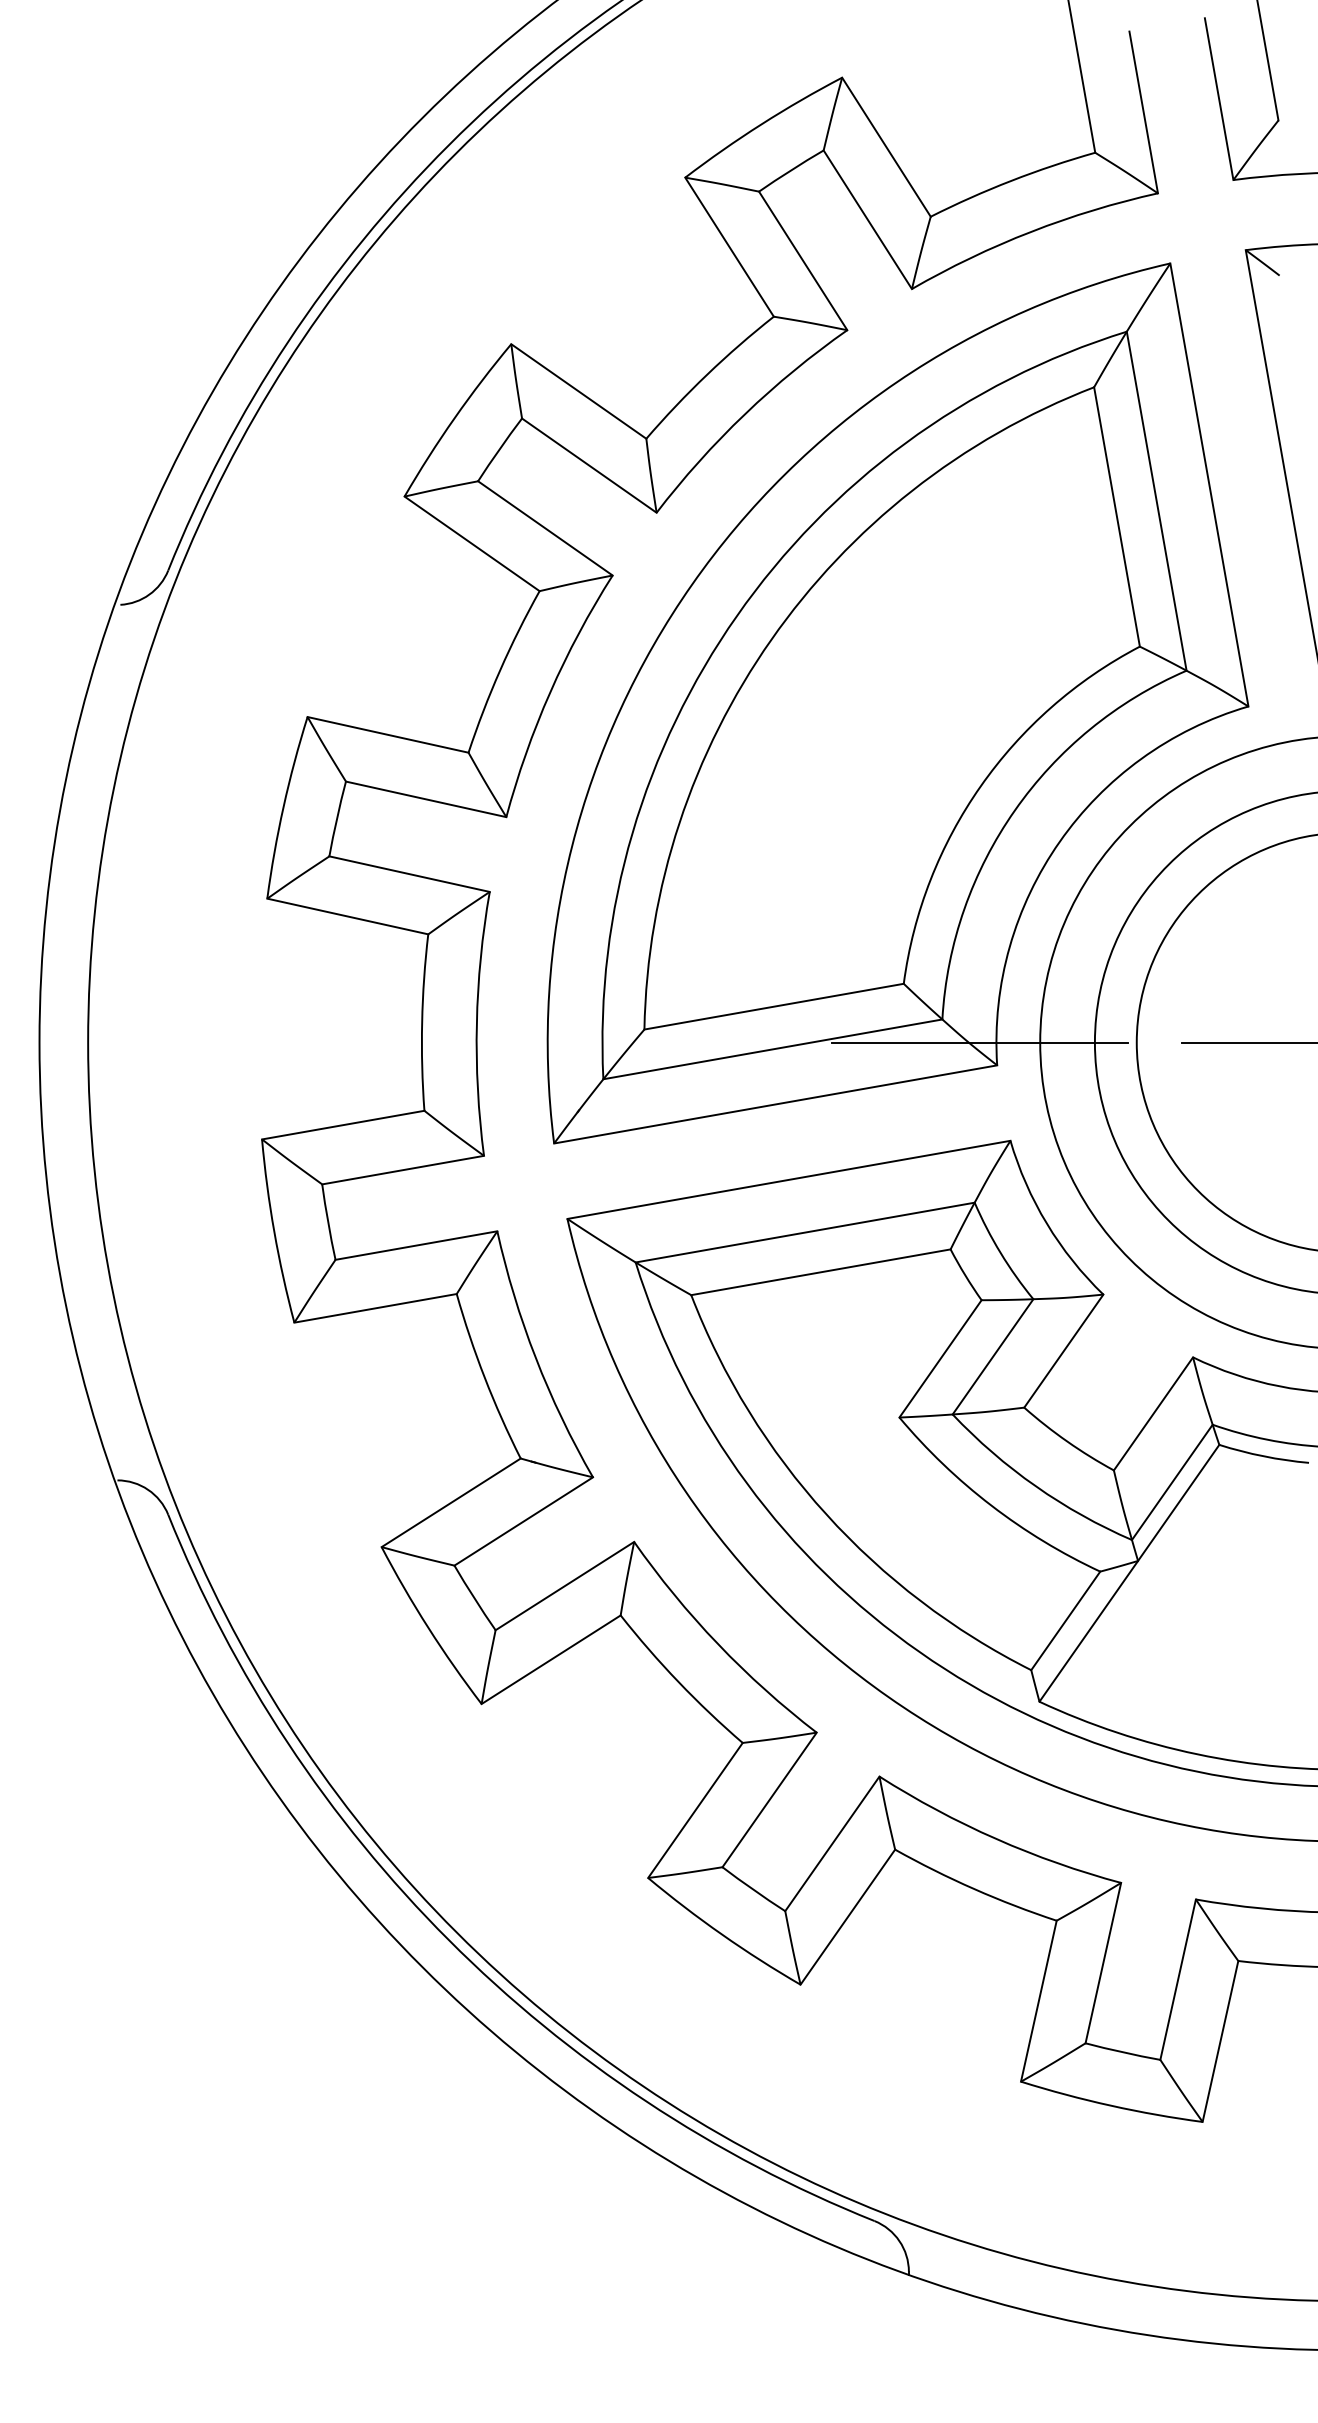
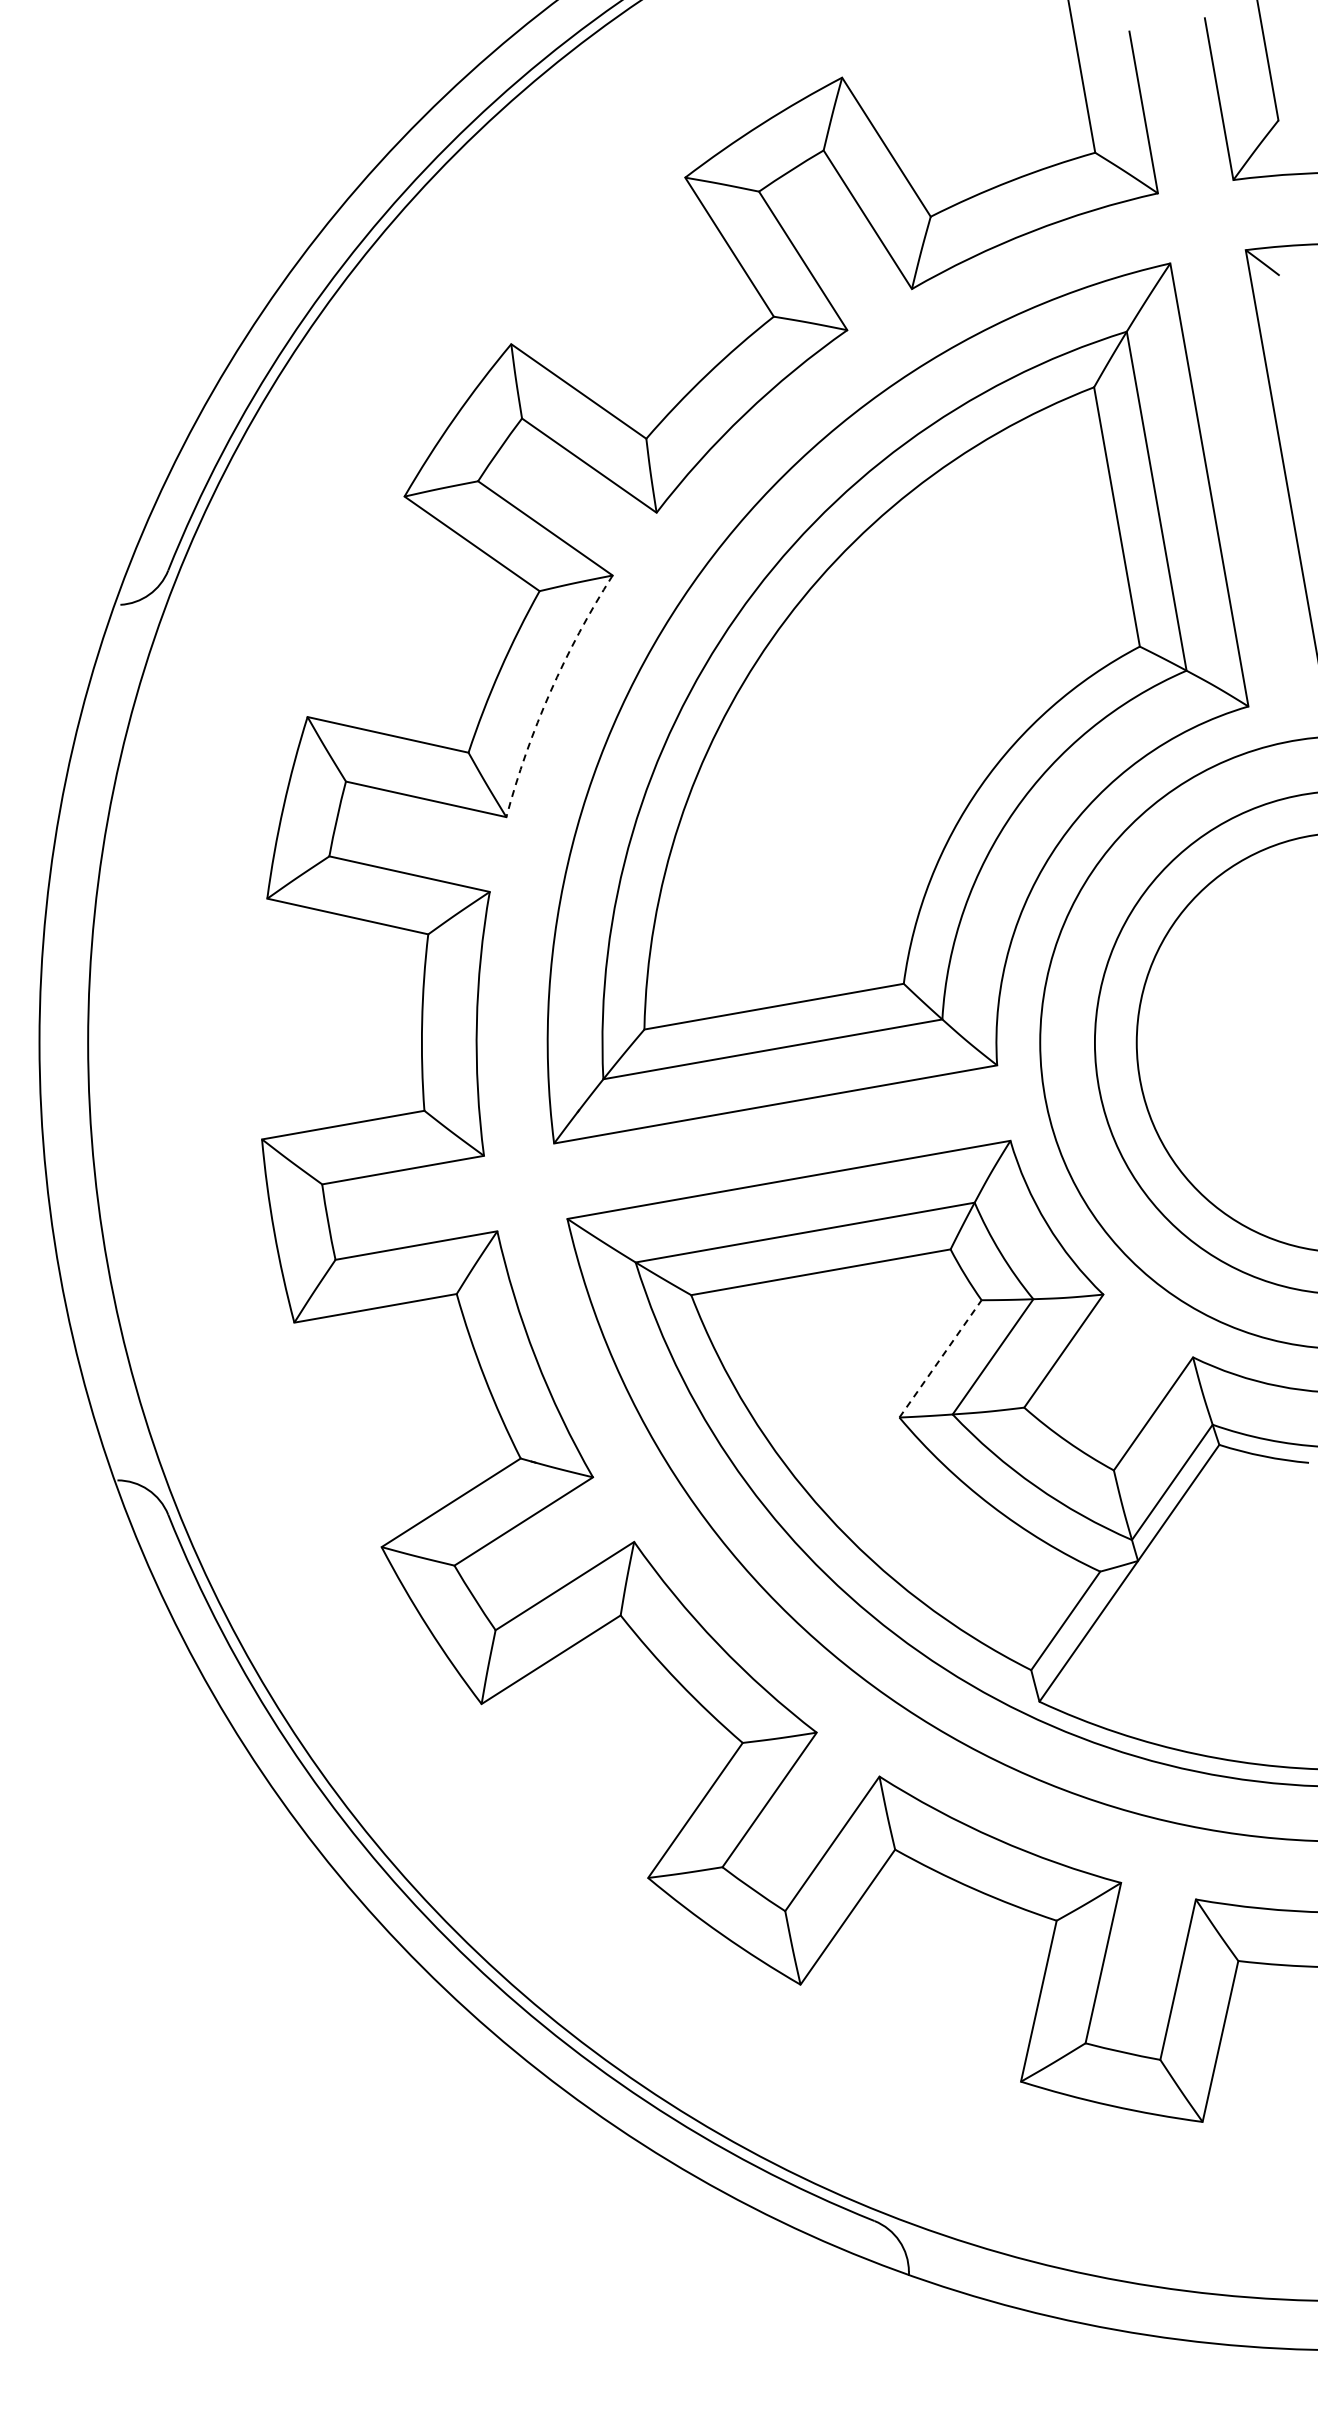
arc at (550, 692): solid -> dashed
line at (979, 1042): present -> none
line at (1248, 1042): present -> none
line at (940, 1358): solid -> dashed
